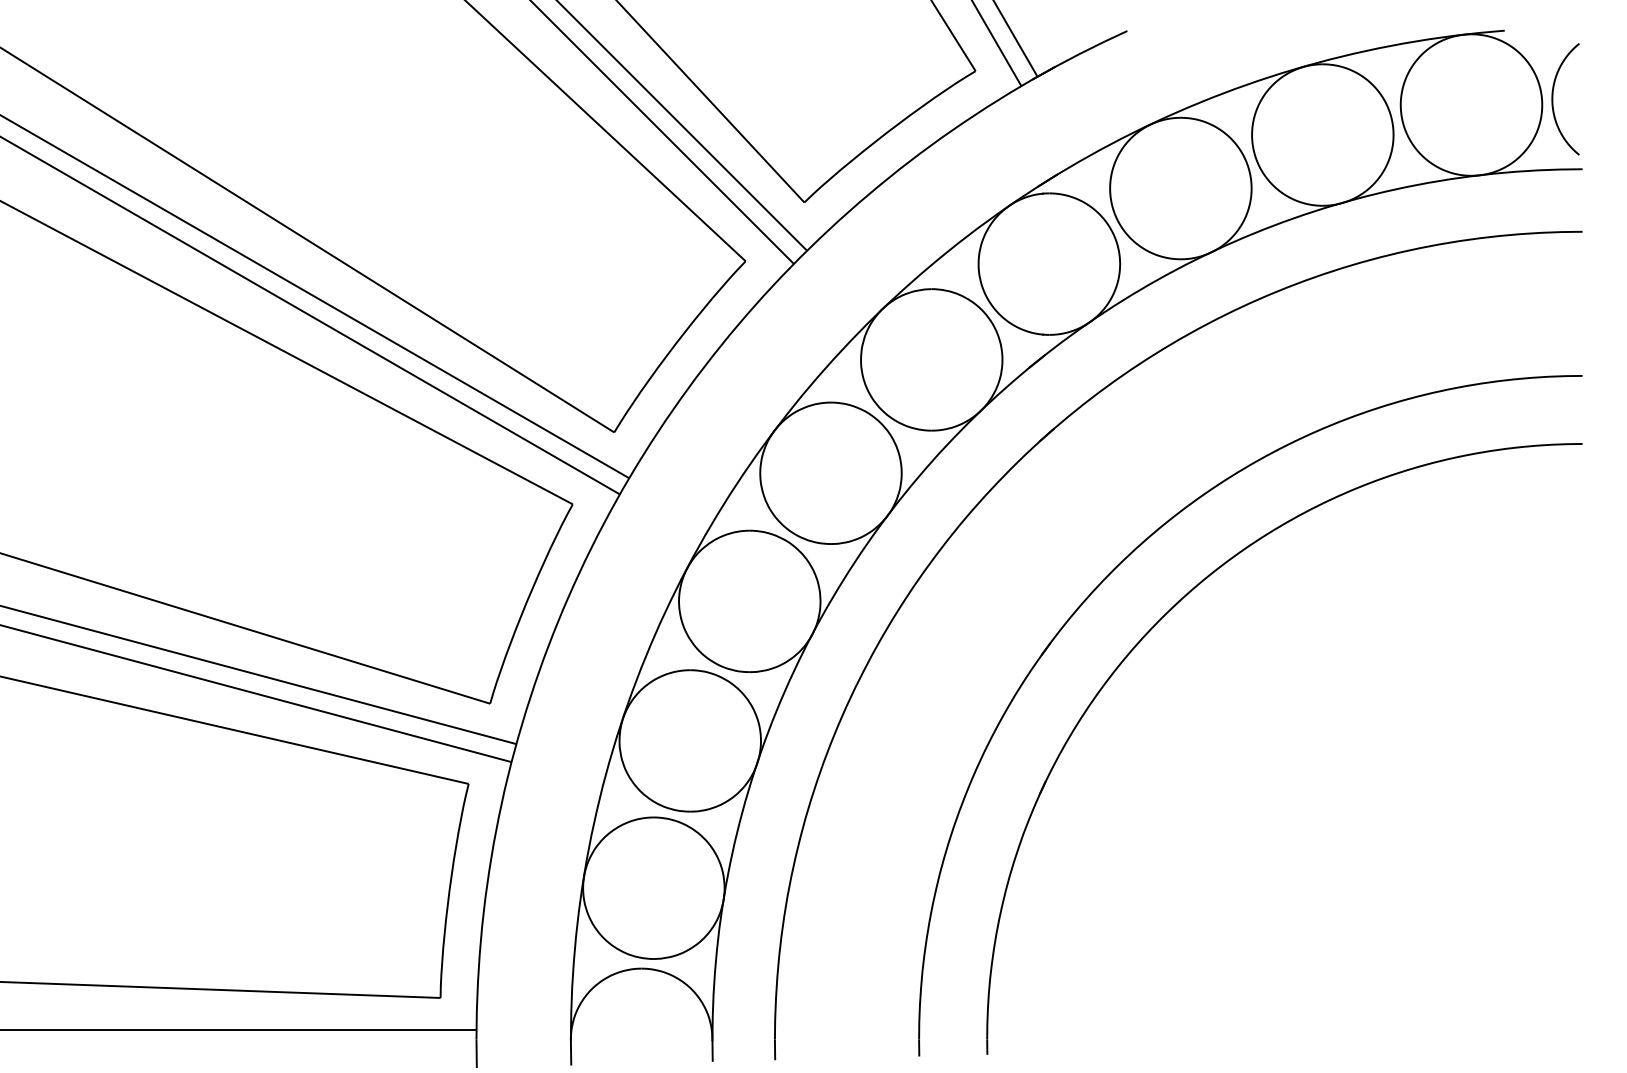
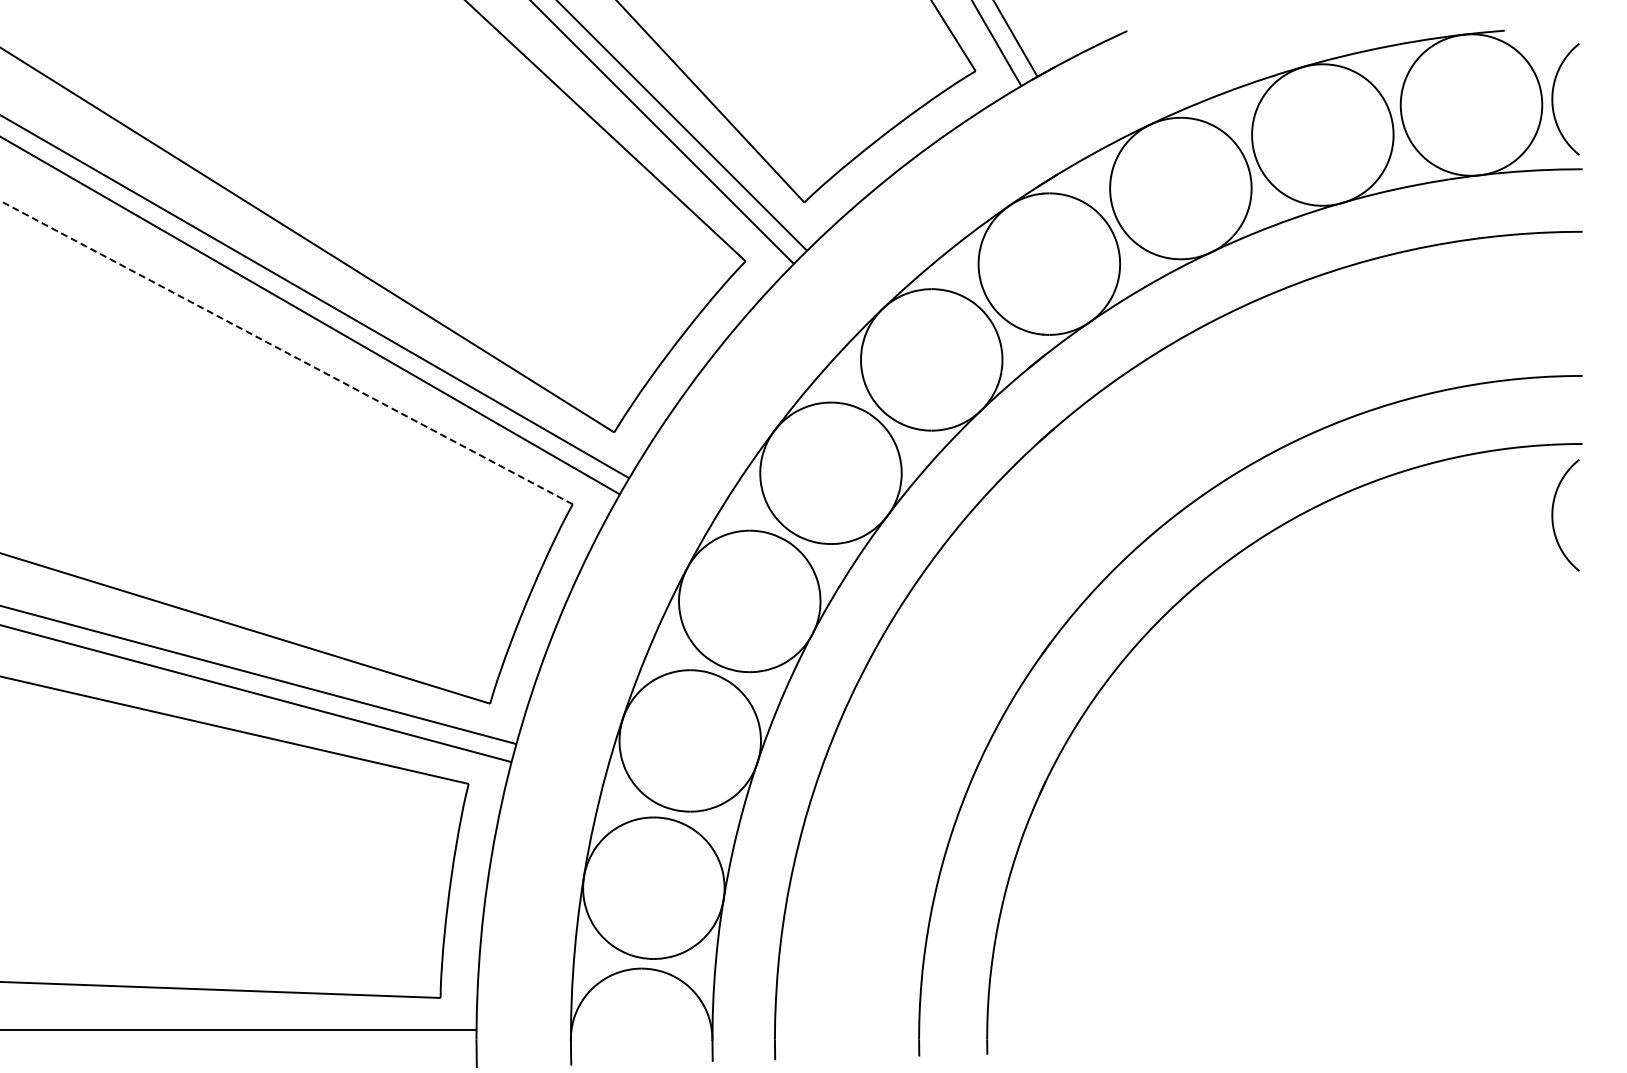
line at (286, 352): solid -> dashed
curve at (1553, 515): none -> present
